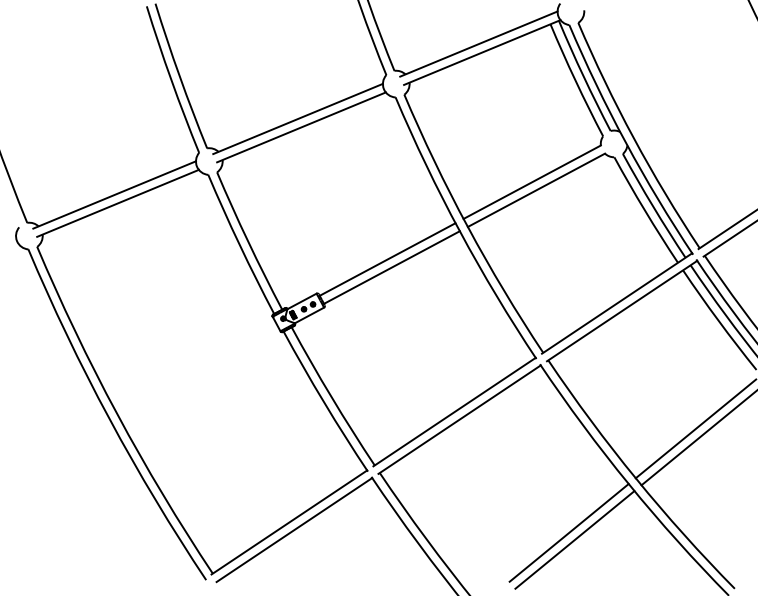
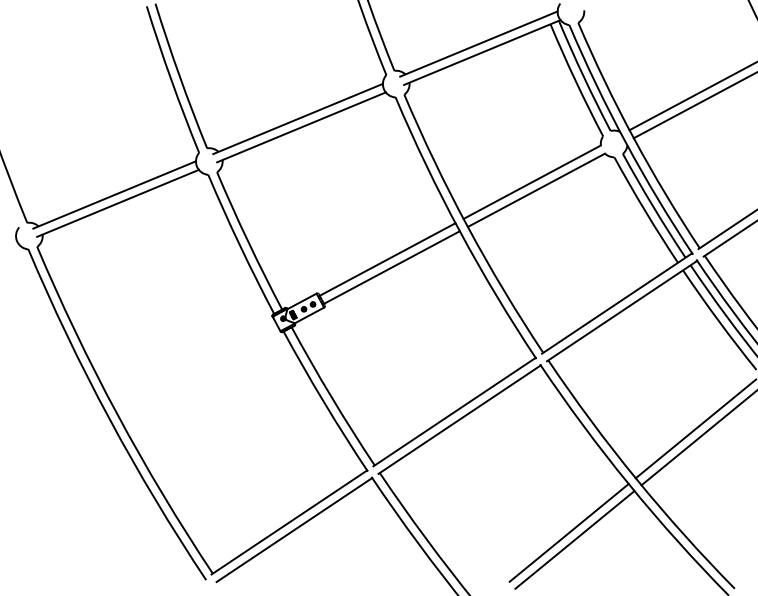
line at (691, 96): none -> present
line at (693, 105): none -> present
